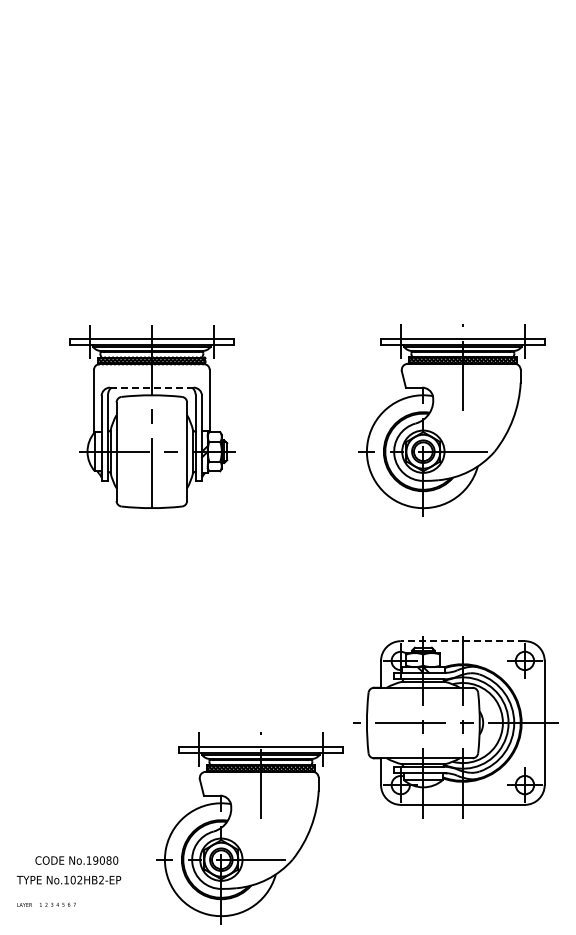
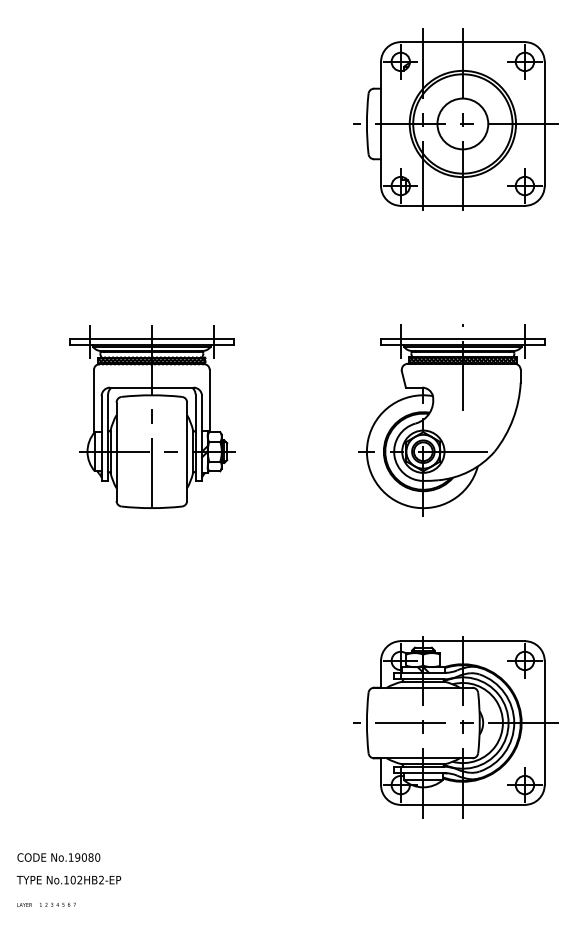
part at (455, 119): none -> present
line at (151, 387): dashed -> solid
line at (462, 641): dashed -> solid
part at (249, 828): present -> none
text at (76, 860) position: (76, 860) -> (58, 857)
